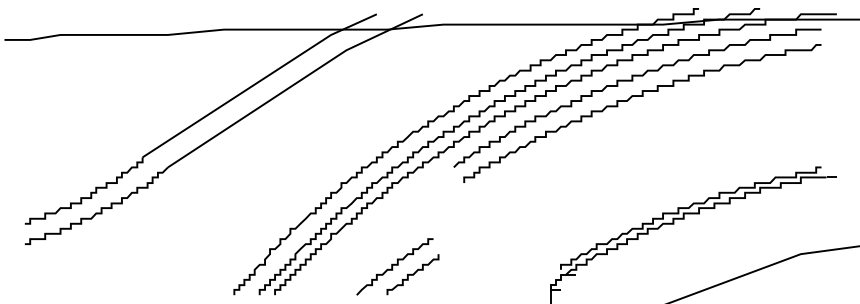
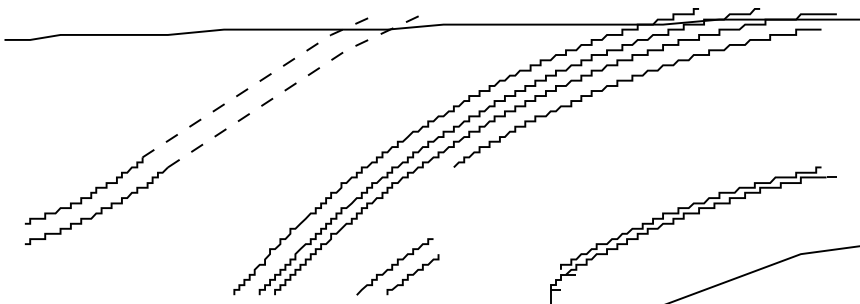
line at (259, 81): solid -> dashed
line at (293, 85): solid -> dashed
curve at (642, 96): present -> none
